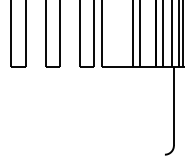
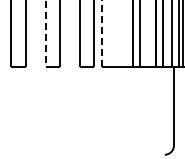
line at (45, 33): solid -> dashed
line at (102, 33): solid -> dashed
